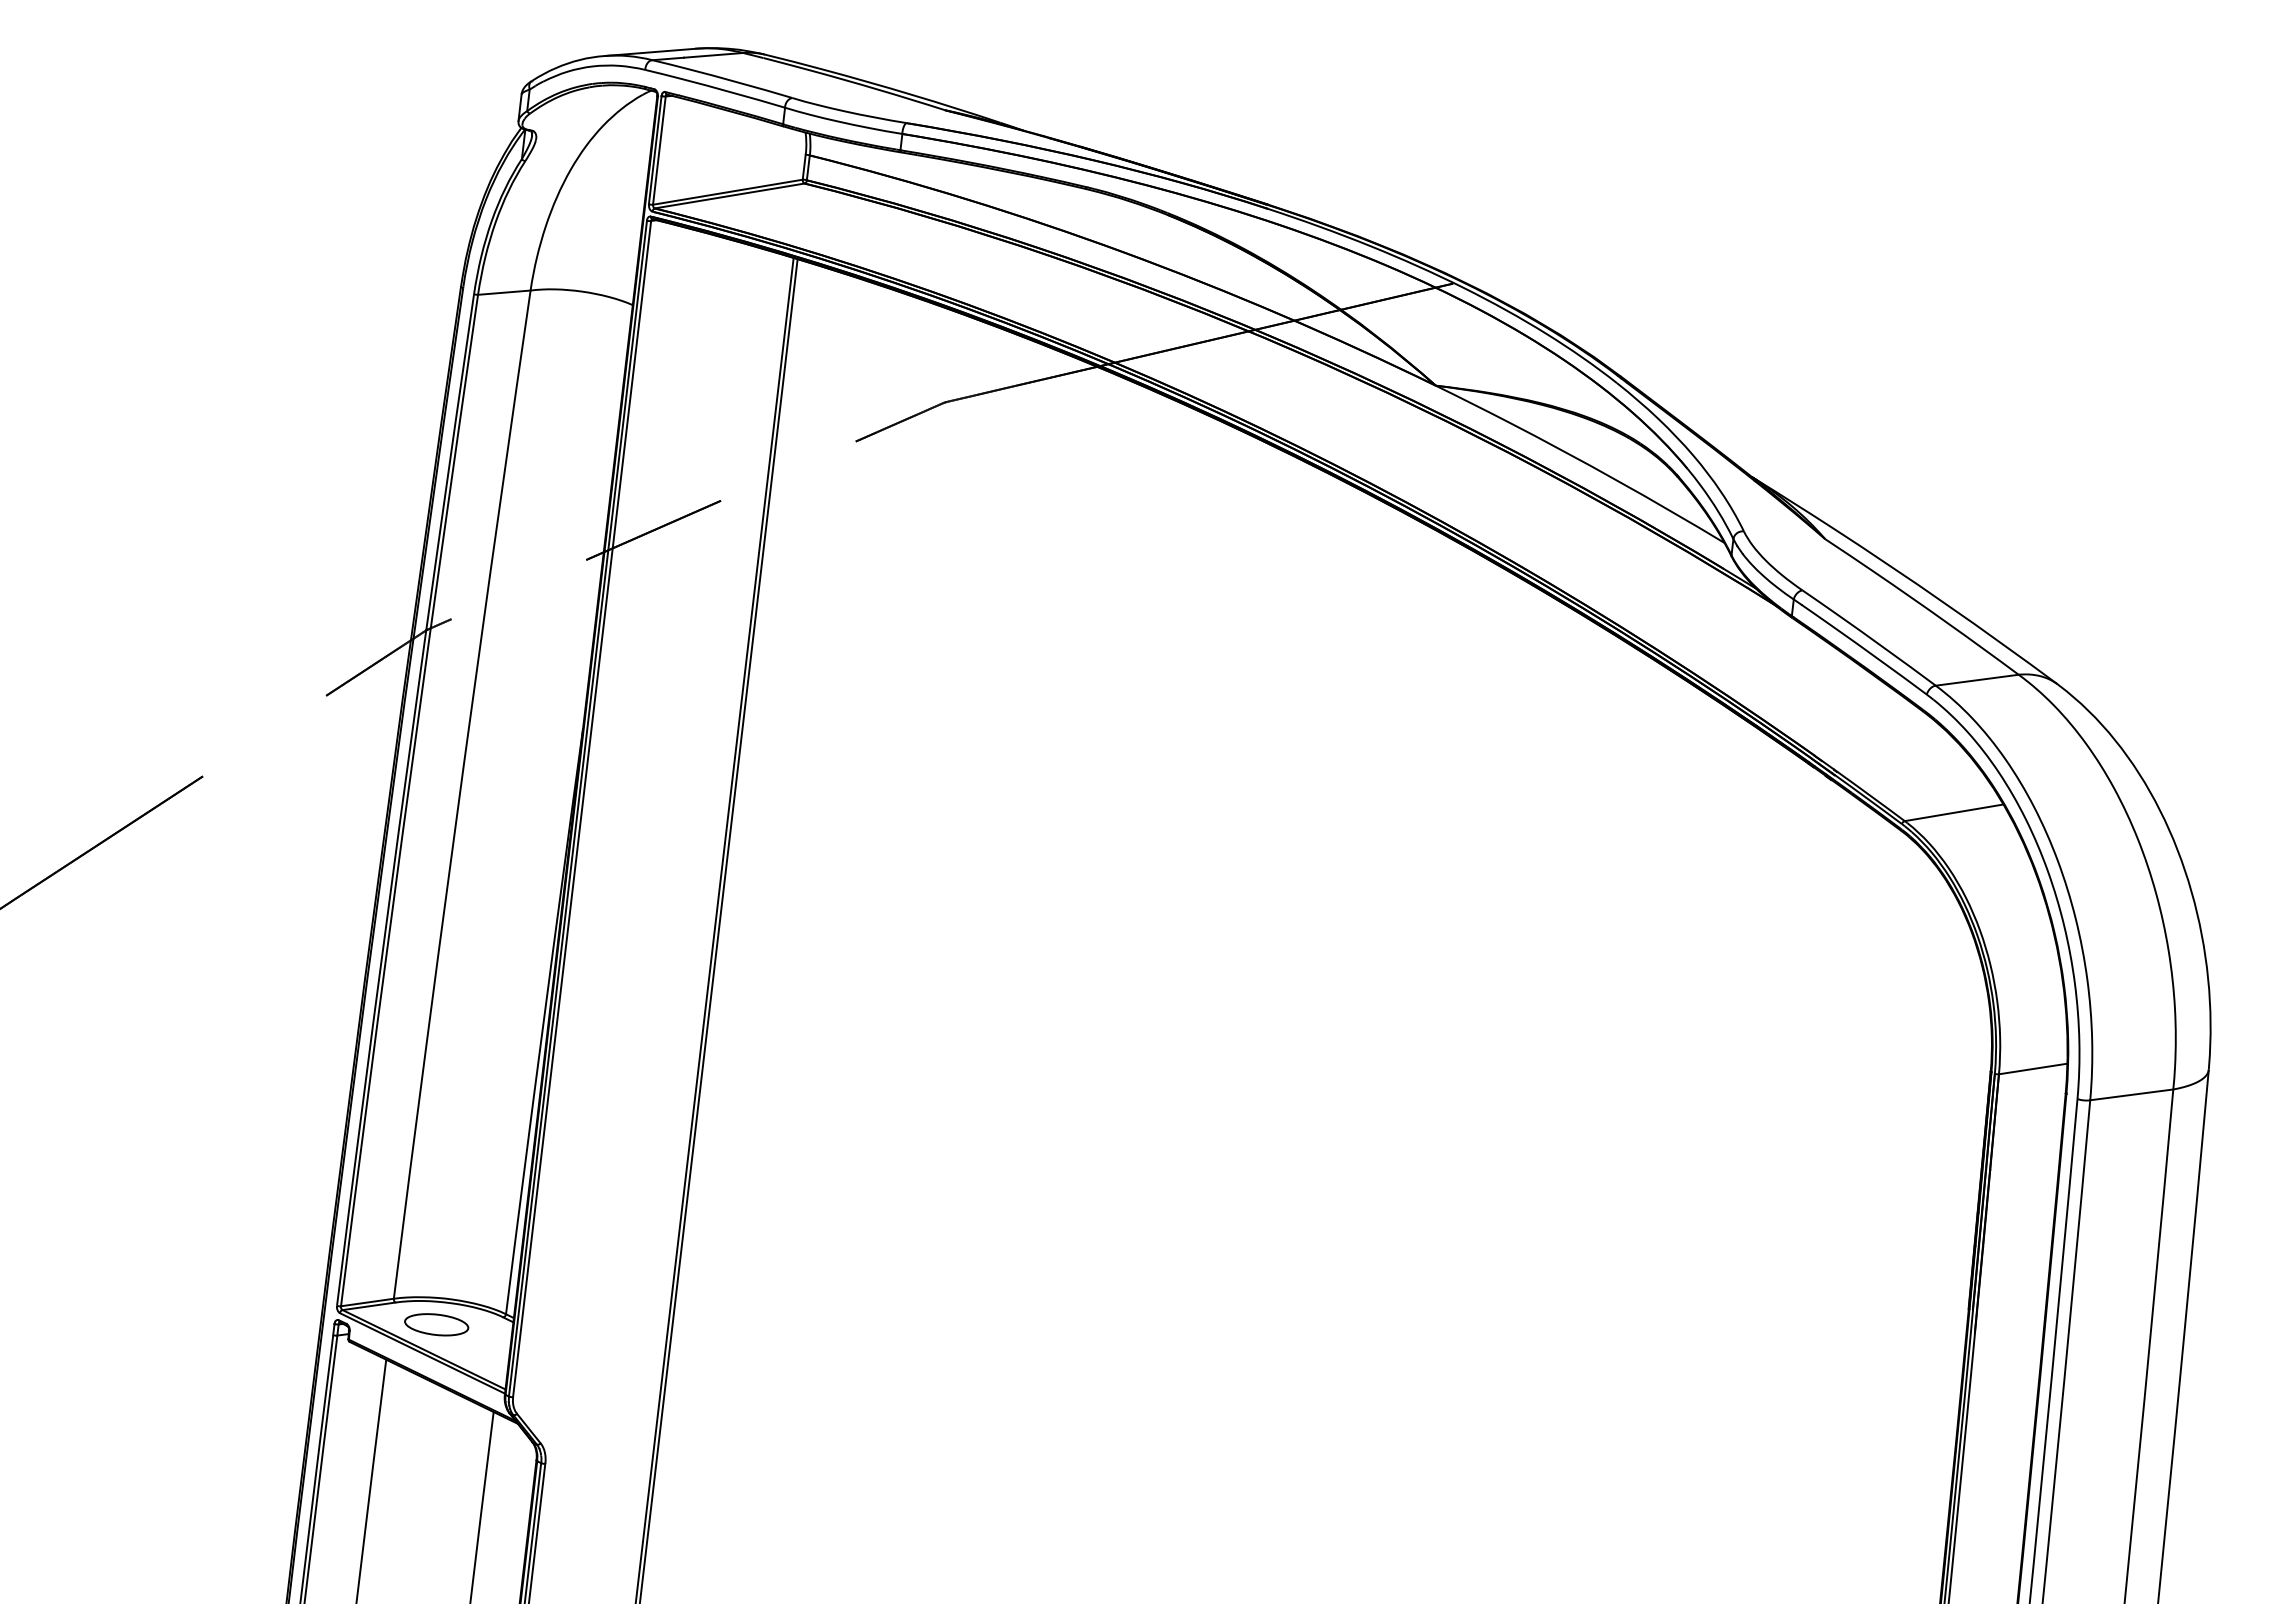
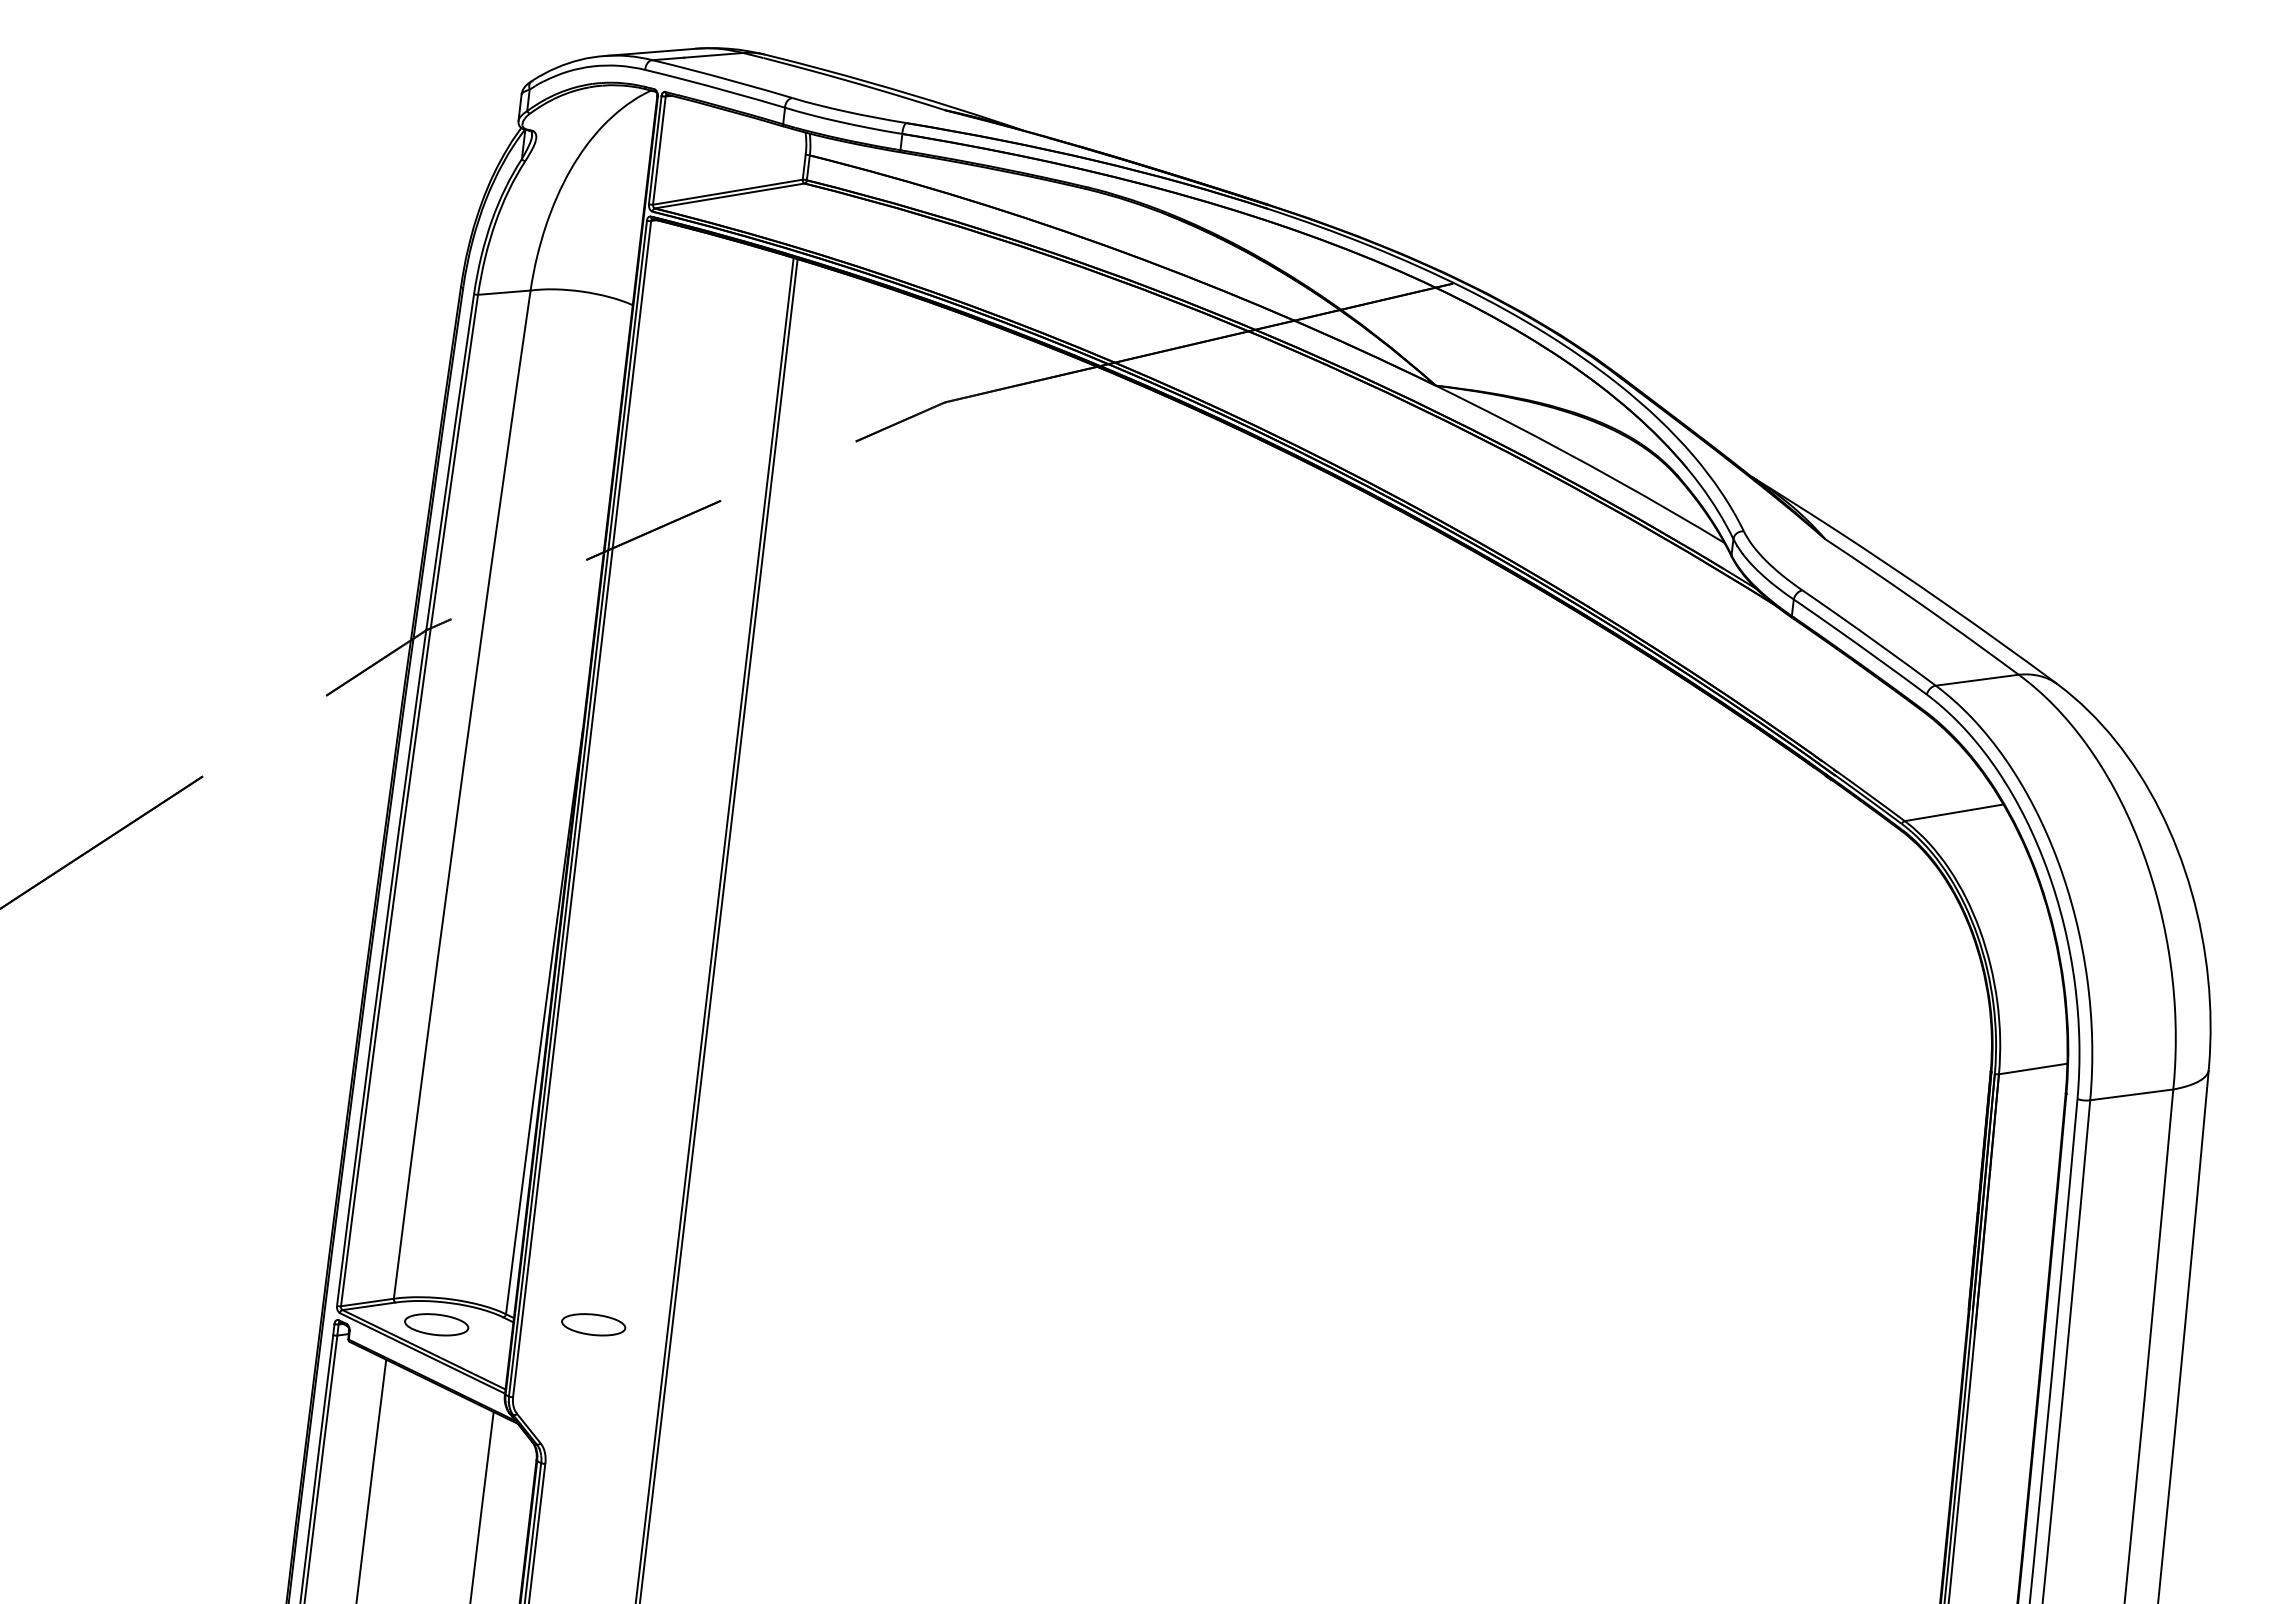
part at (593, 1324): none -> present
